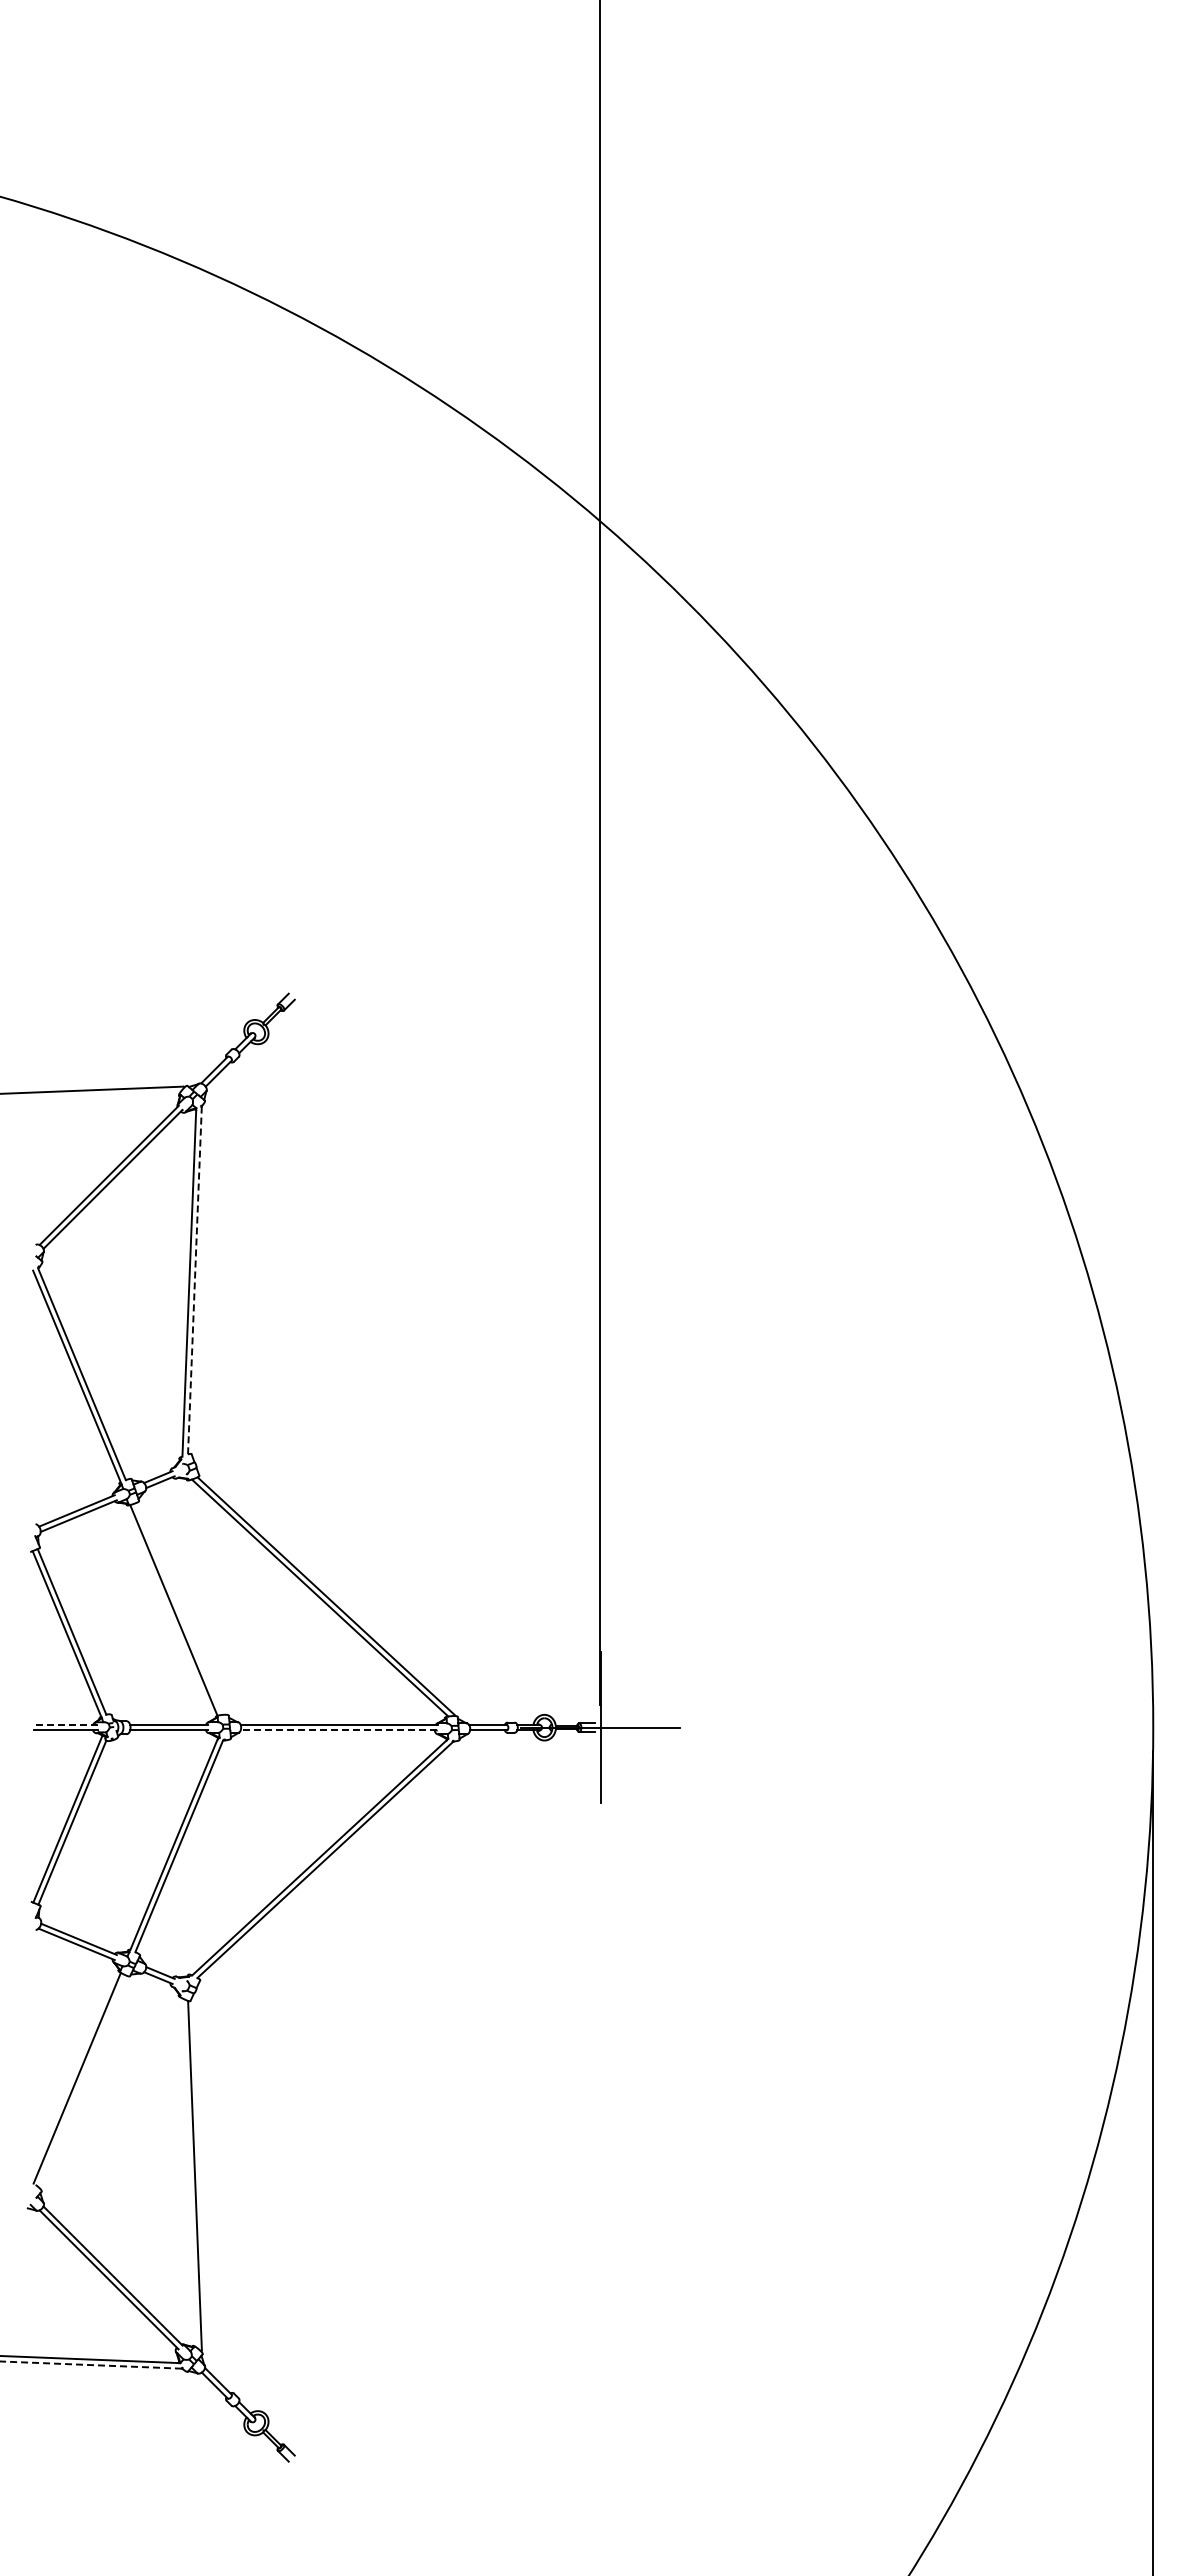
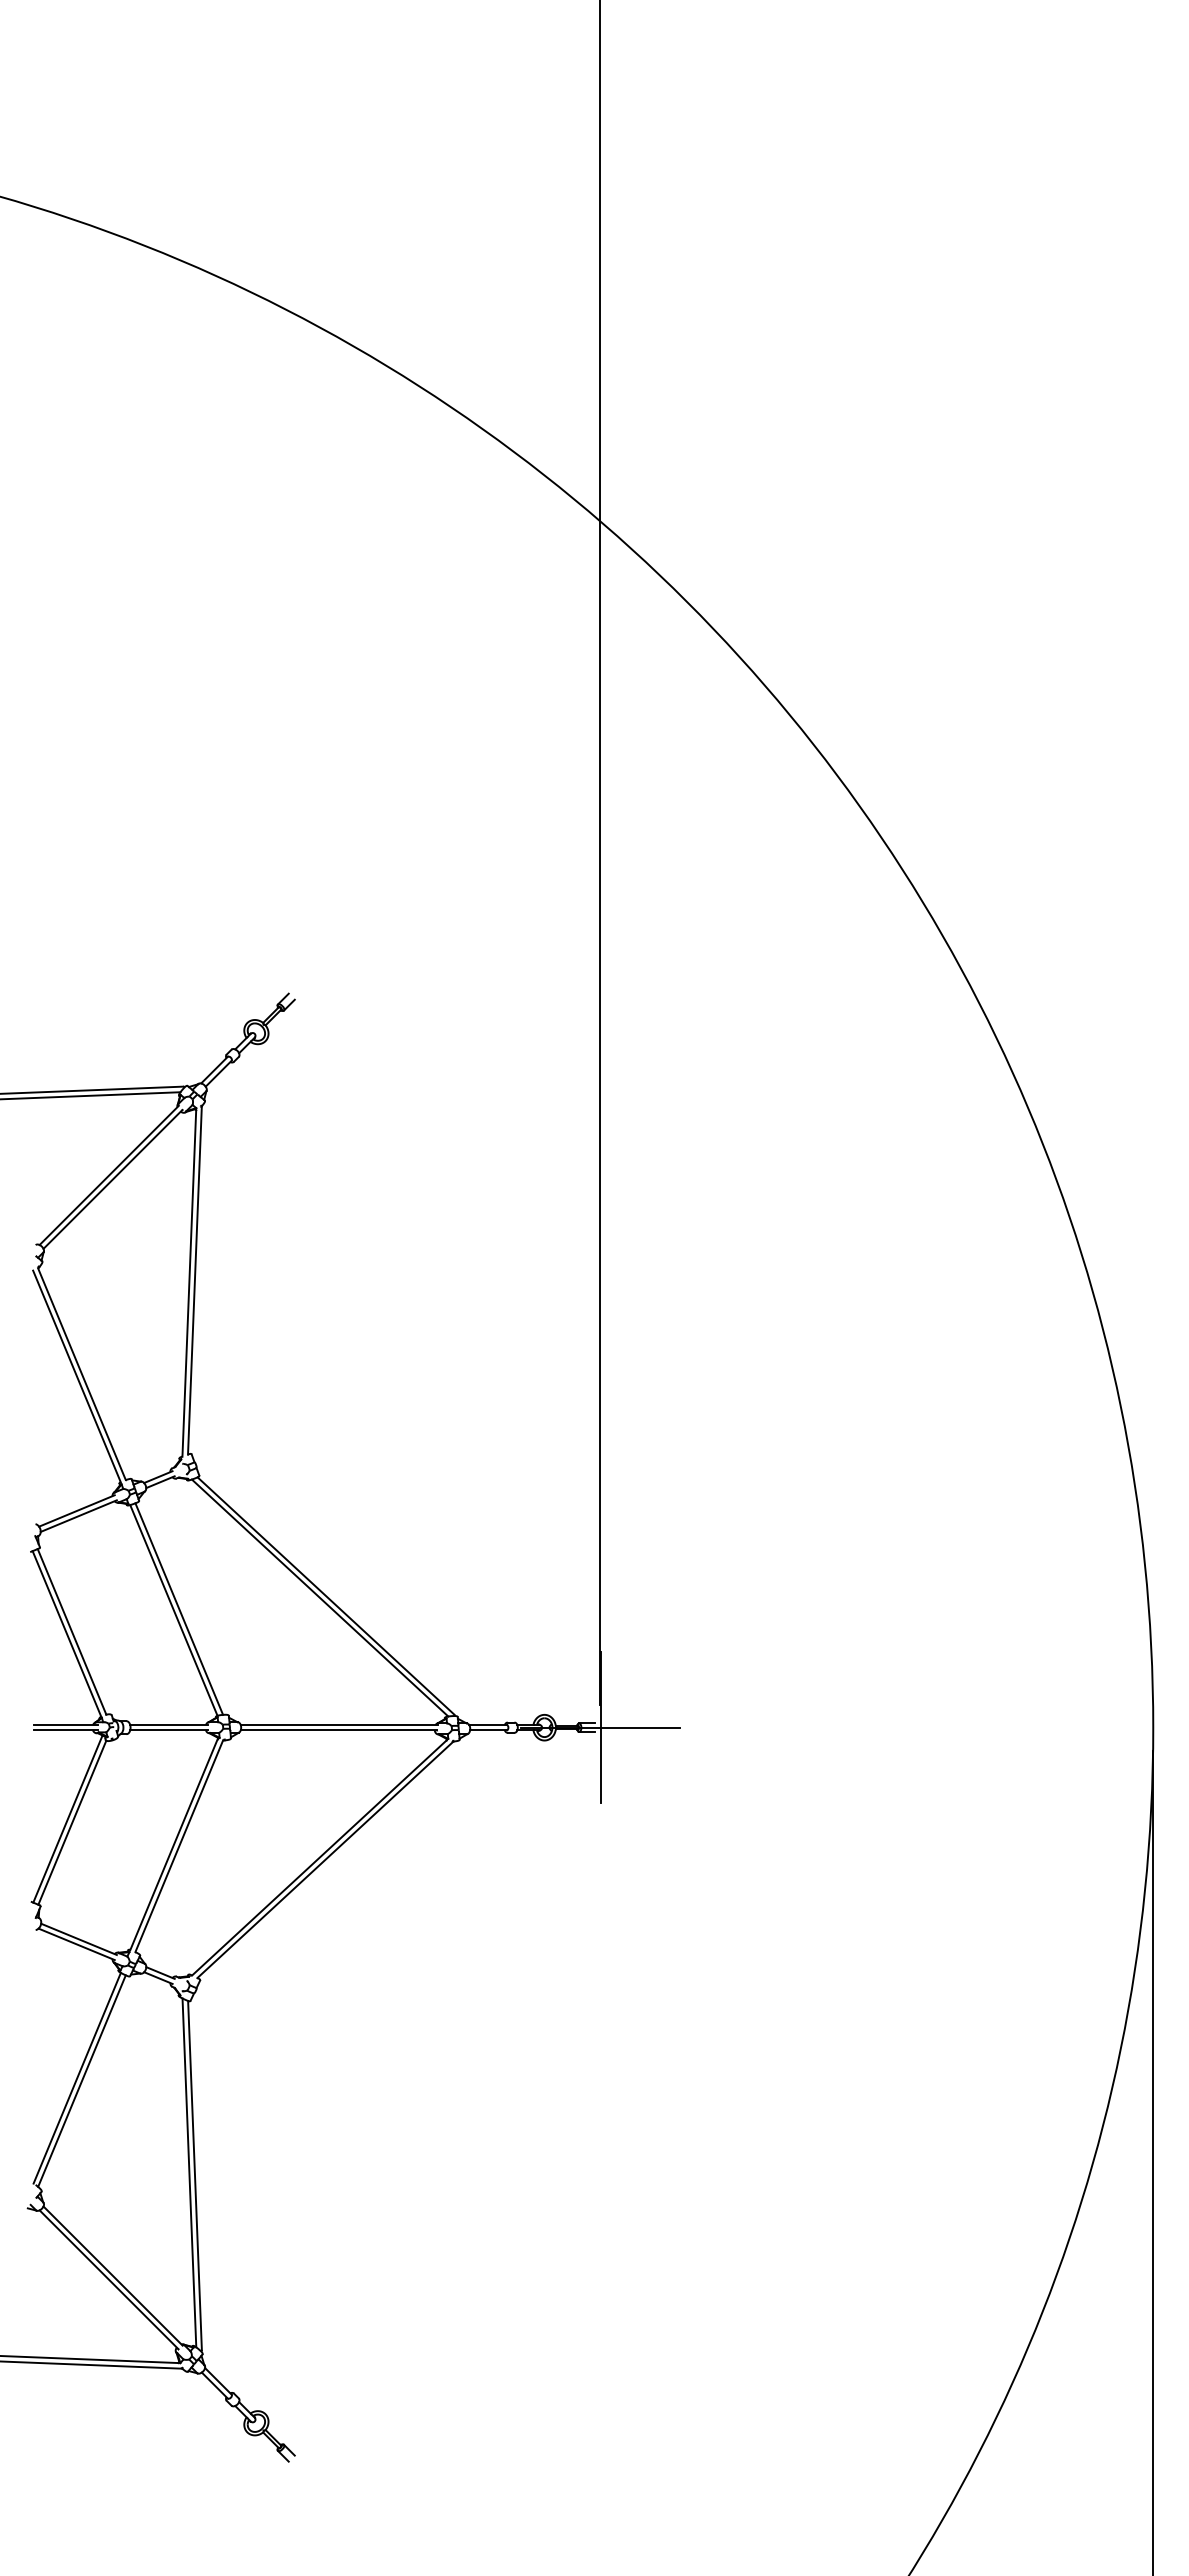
line at (91, 1095): none -> present
line at (194, 1281): dashed -> solid
line at (179, 1608): none -> present
line at (65, 1724): dashed -> solid
line at (338, 1730): dashed -> solid
line at (81, 2080): none -> present
line at (189, 2172): none -> present
line at (91, 2365): dashed -> solid
